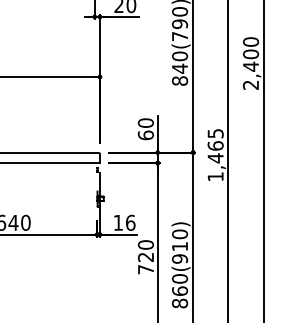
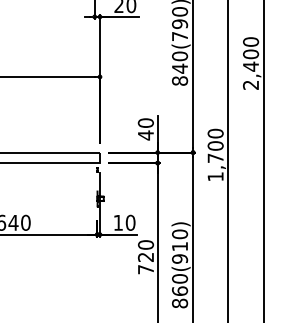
text at (145, 135): 60 -> 40
text at (215, 145): 1,465 -> 1,700
text at (130, 222): 16 -> 10
